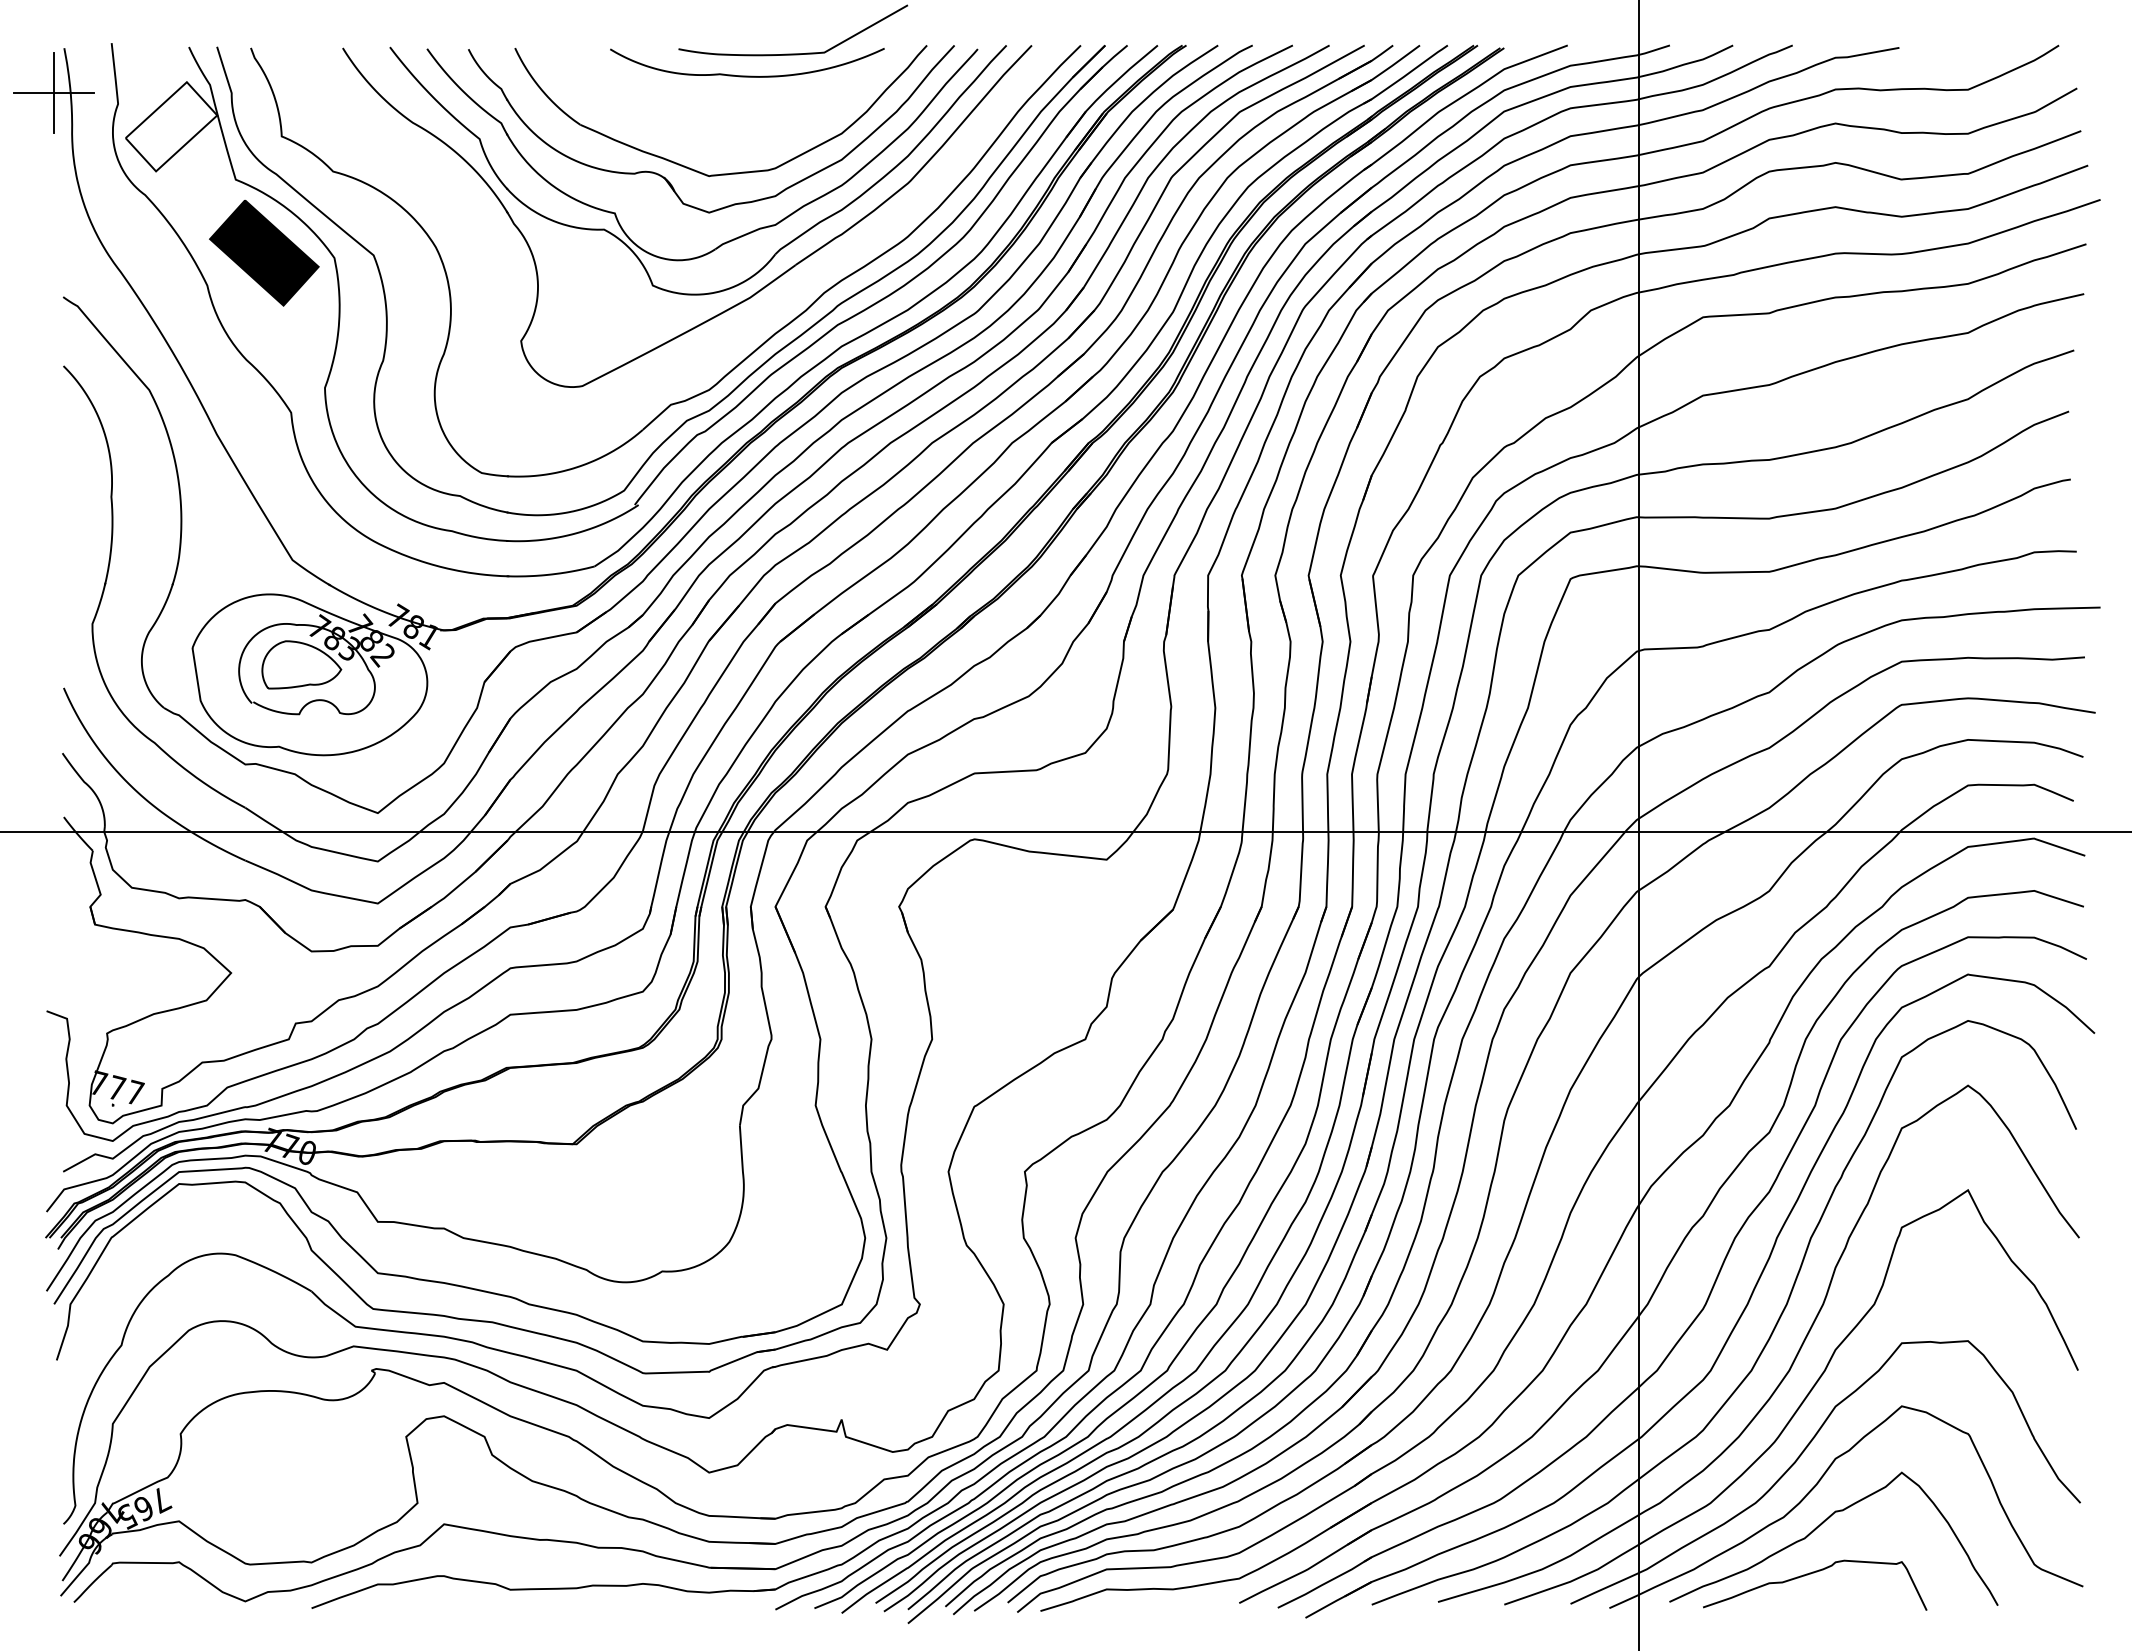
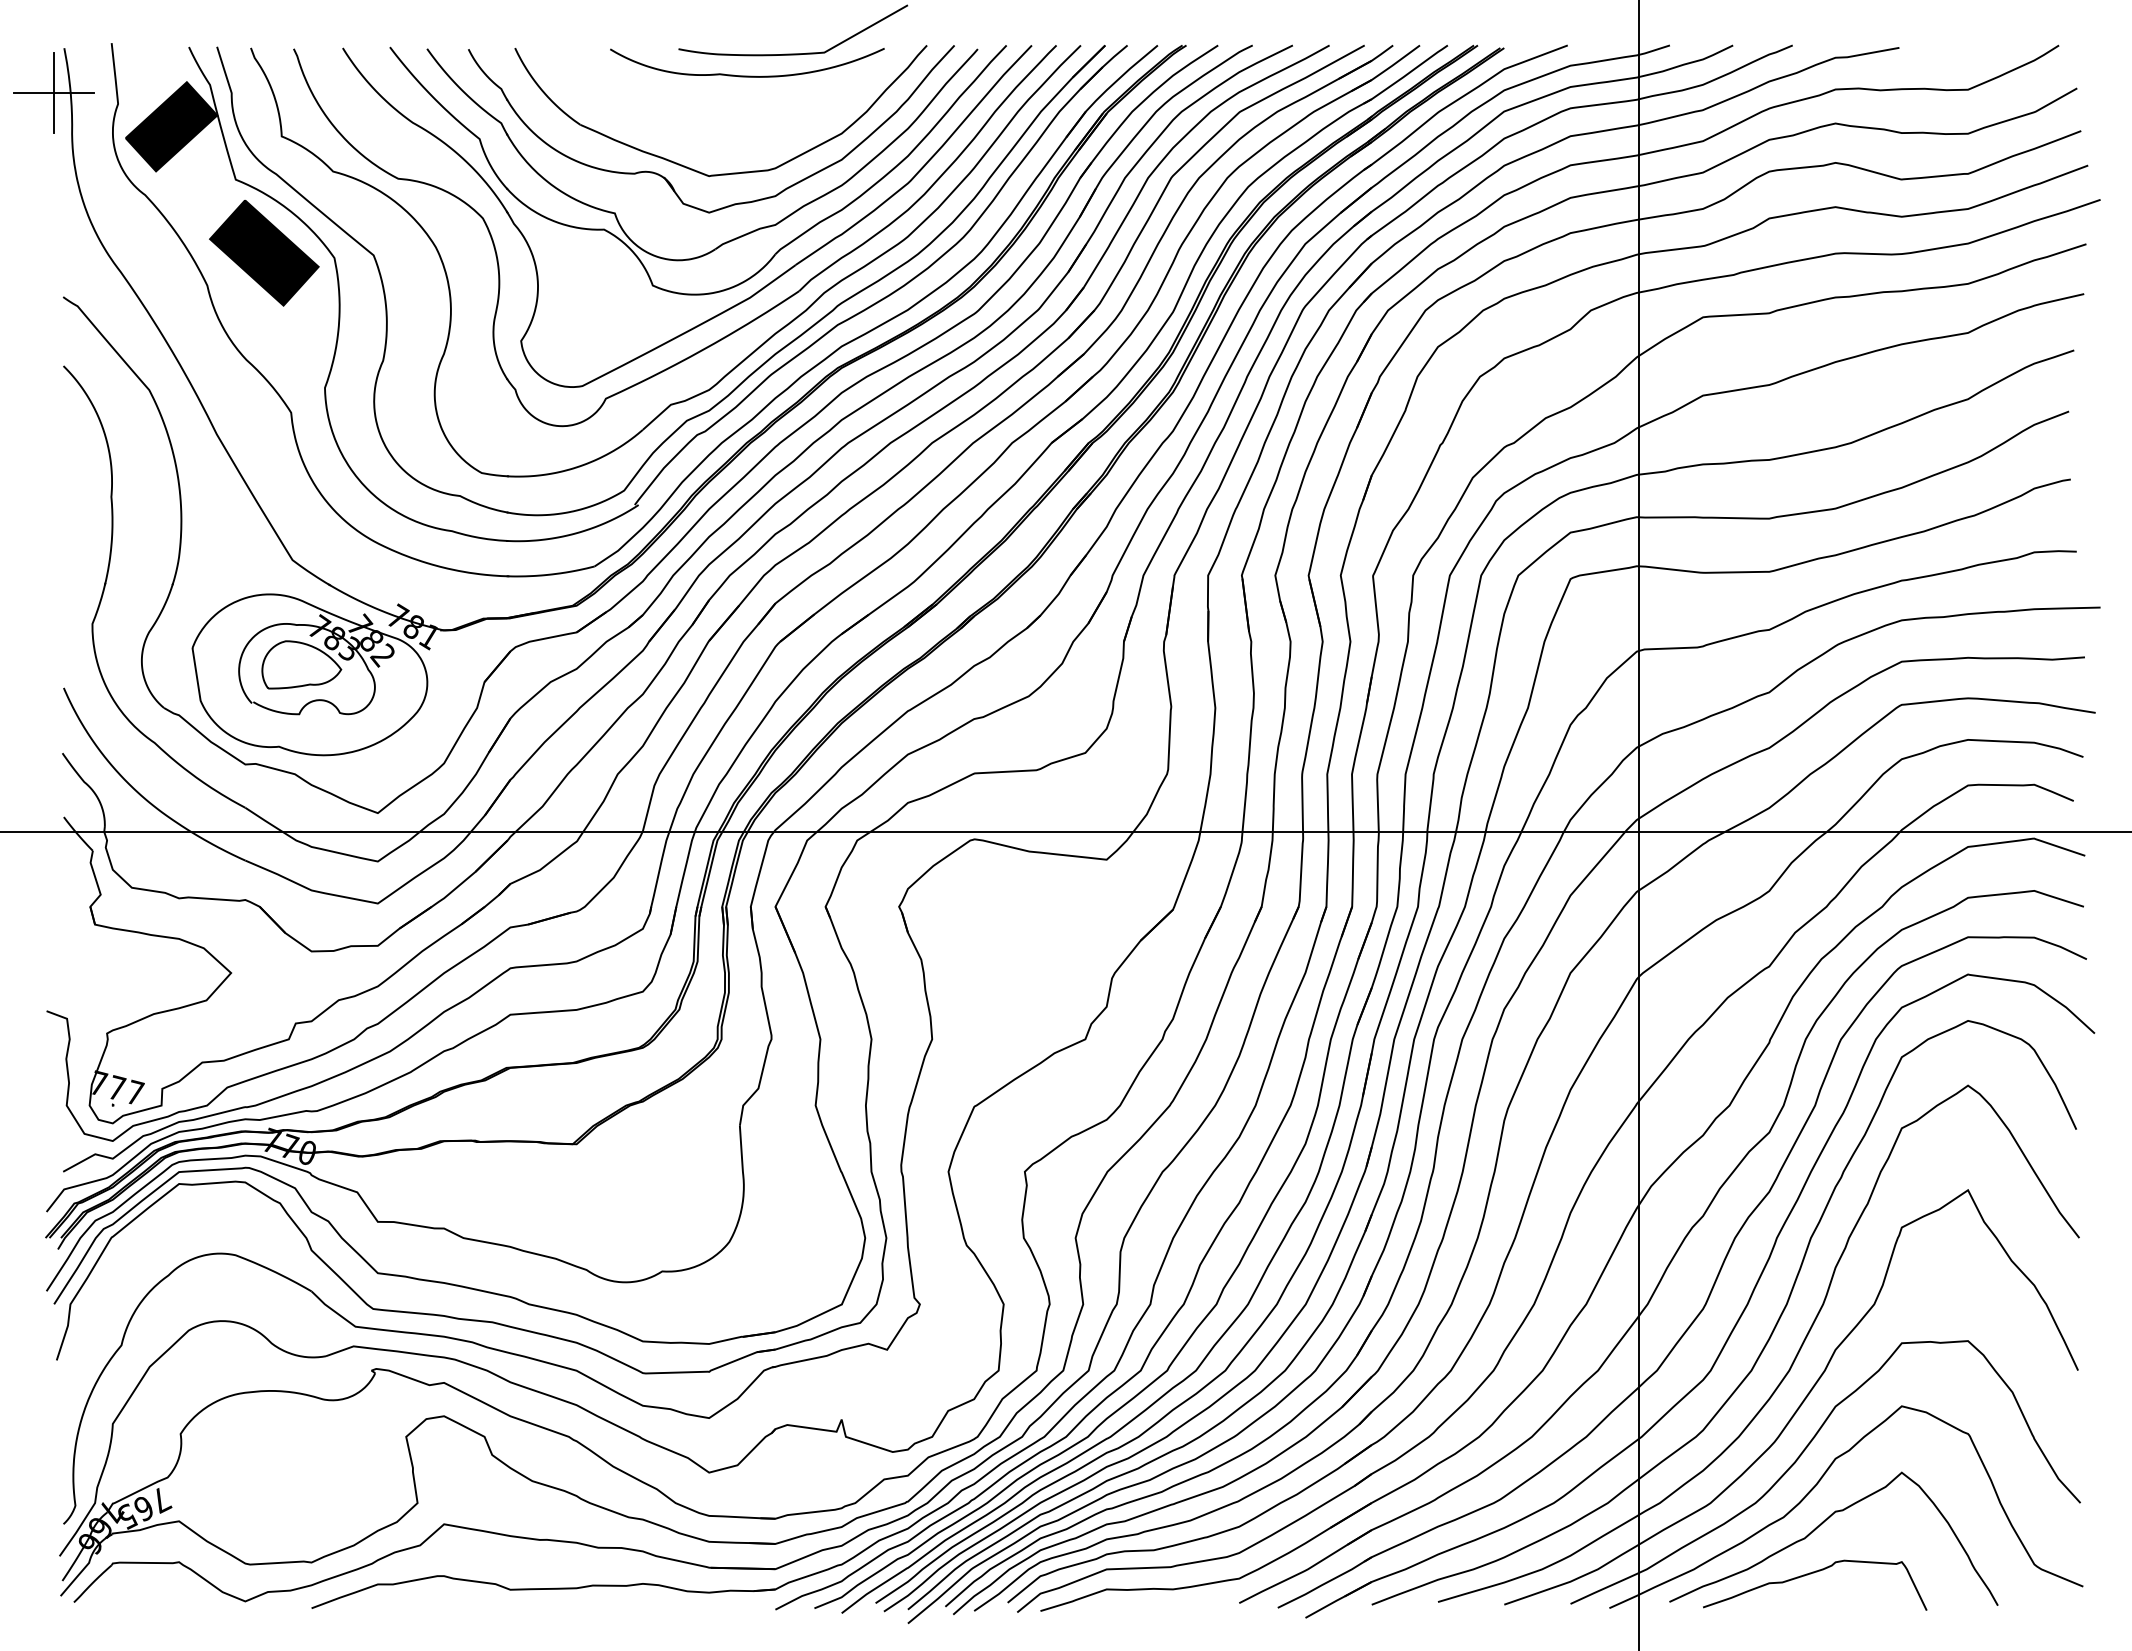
fill at (171, 126): none -> present
part at (727, 334): none -> present
